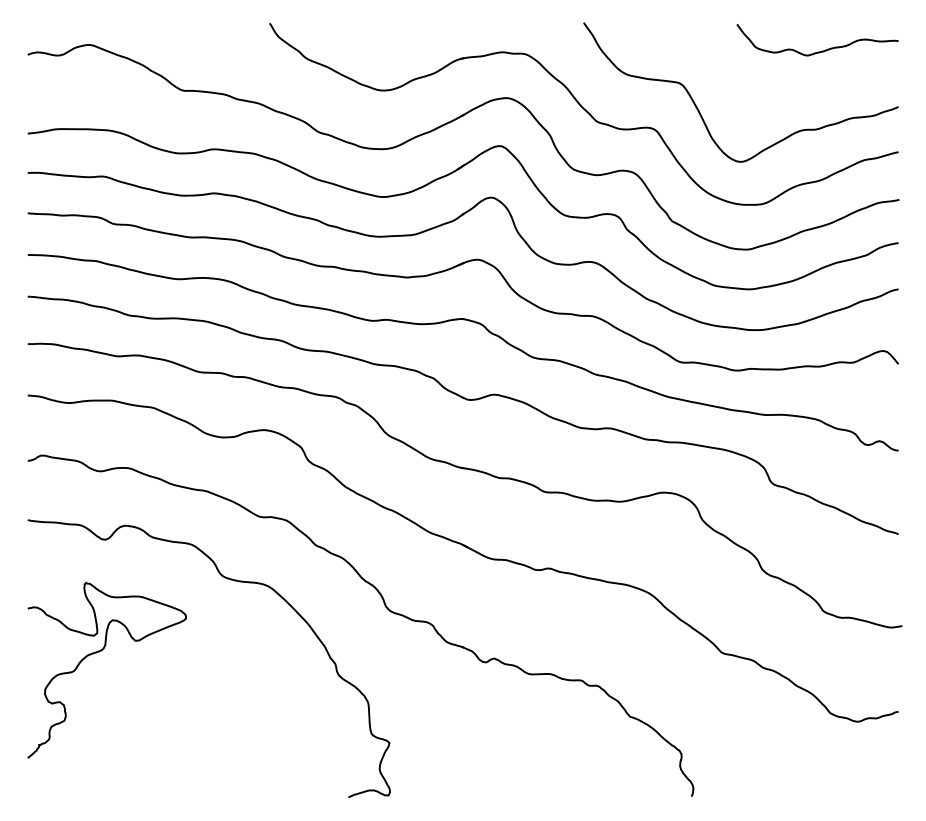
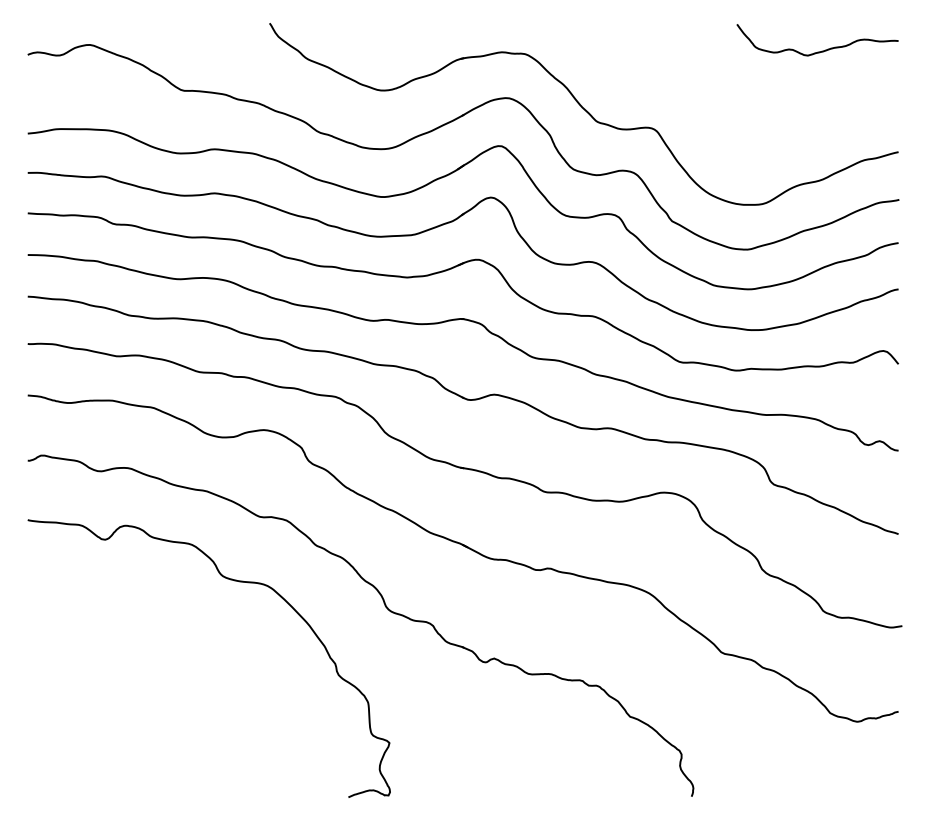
curve at (700, 112): present -> none
curve at (99, 652): present -> none
